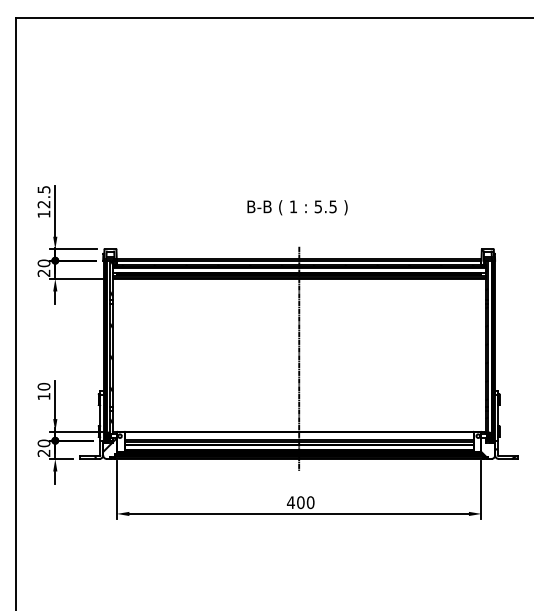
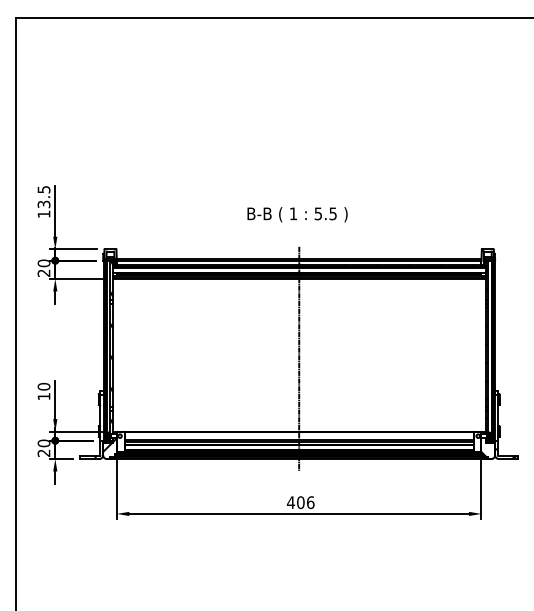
text at (44, 204): 12.5 -> 13.5
text at (297, 207) position: (297, 207) -> (297, 214)
text at (310, 502): 400 -> 406
